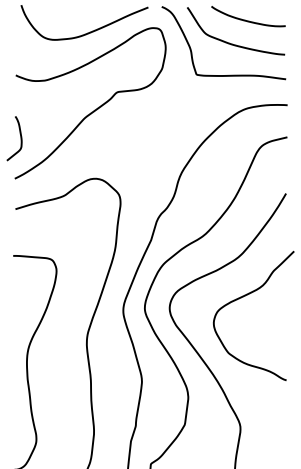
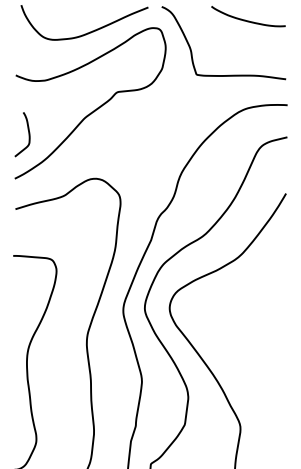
curve at (232, 43): present -> none
curve at (20, 138) position: (20, 138) -> (28, 134)
curve at (243, 297): present -> none
